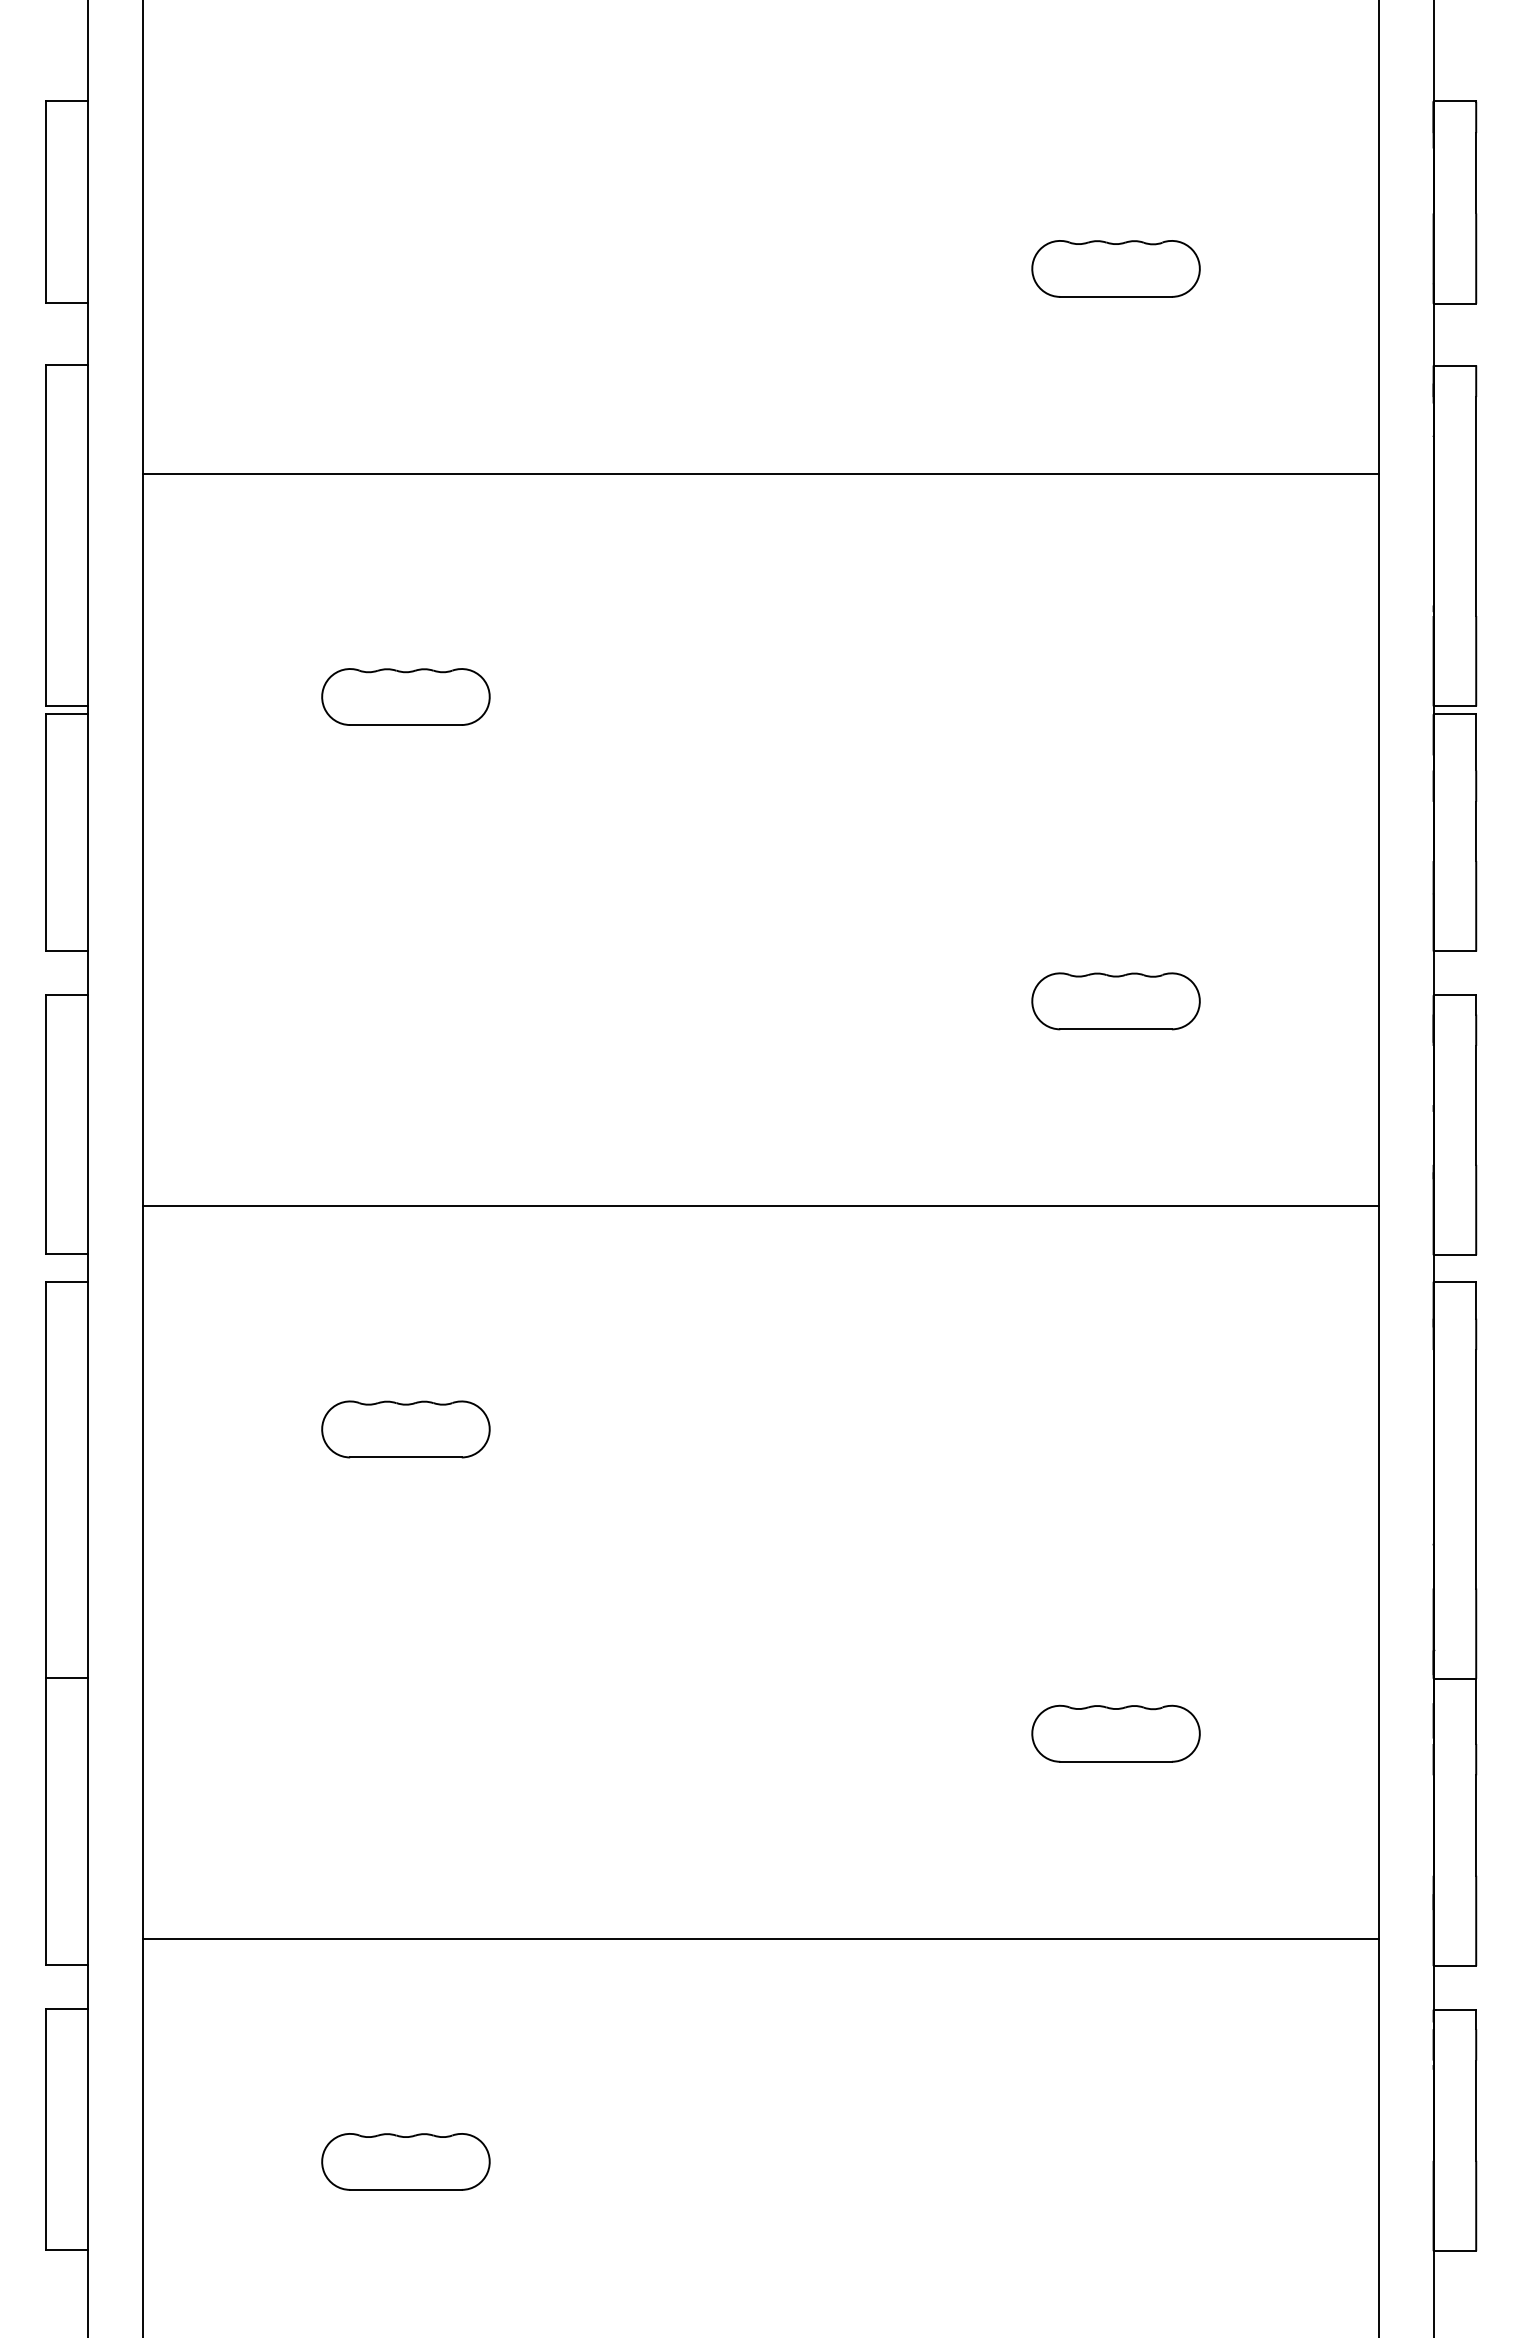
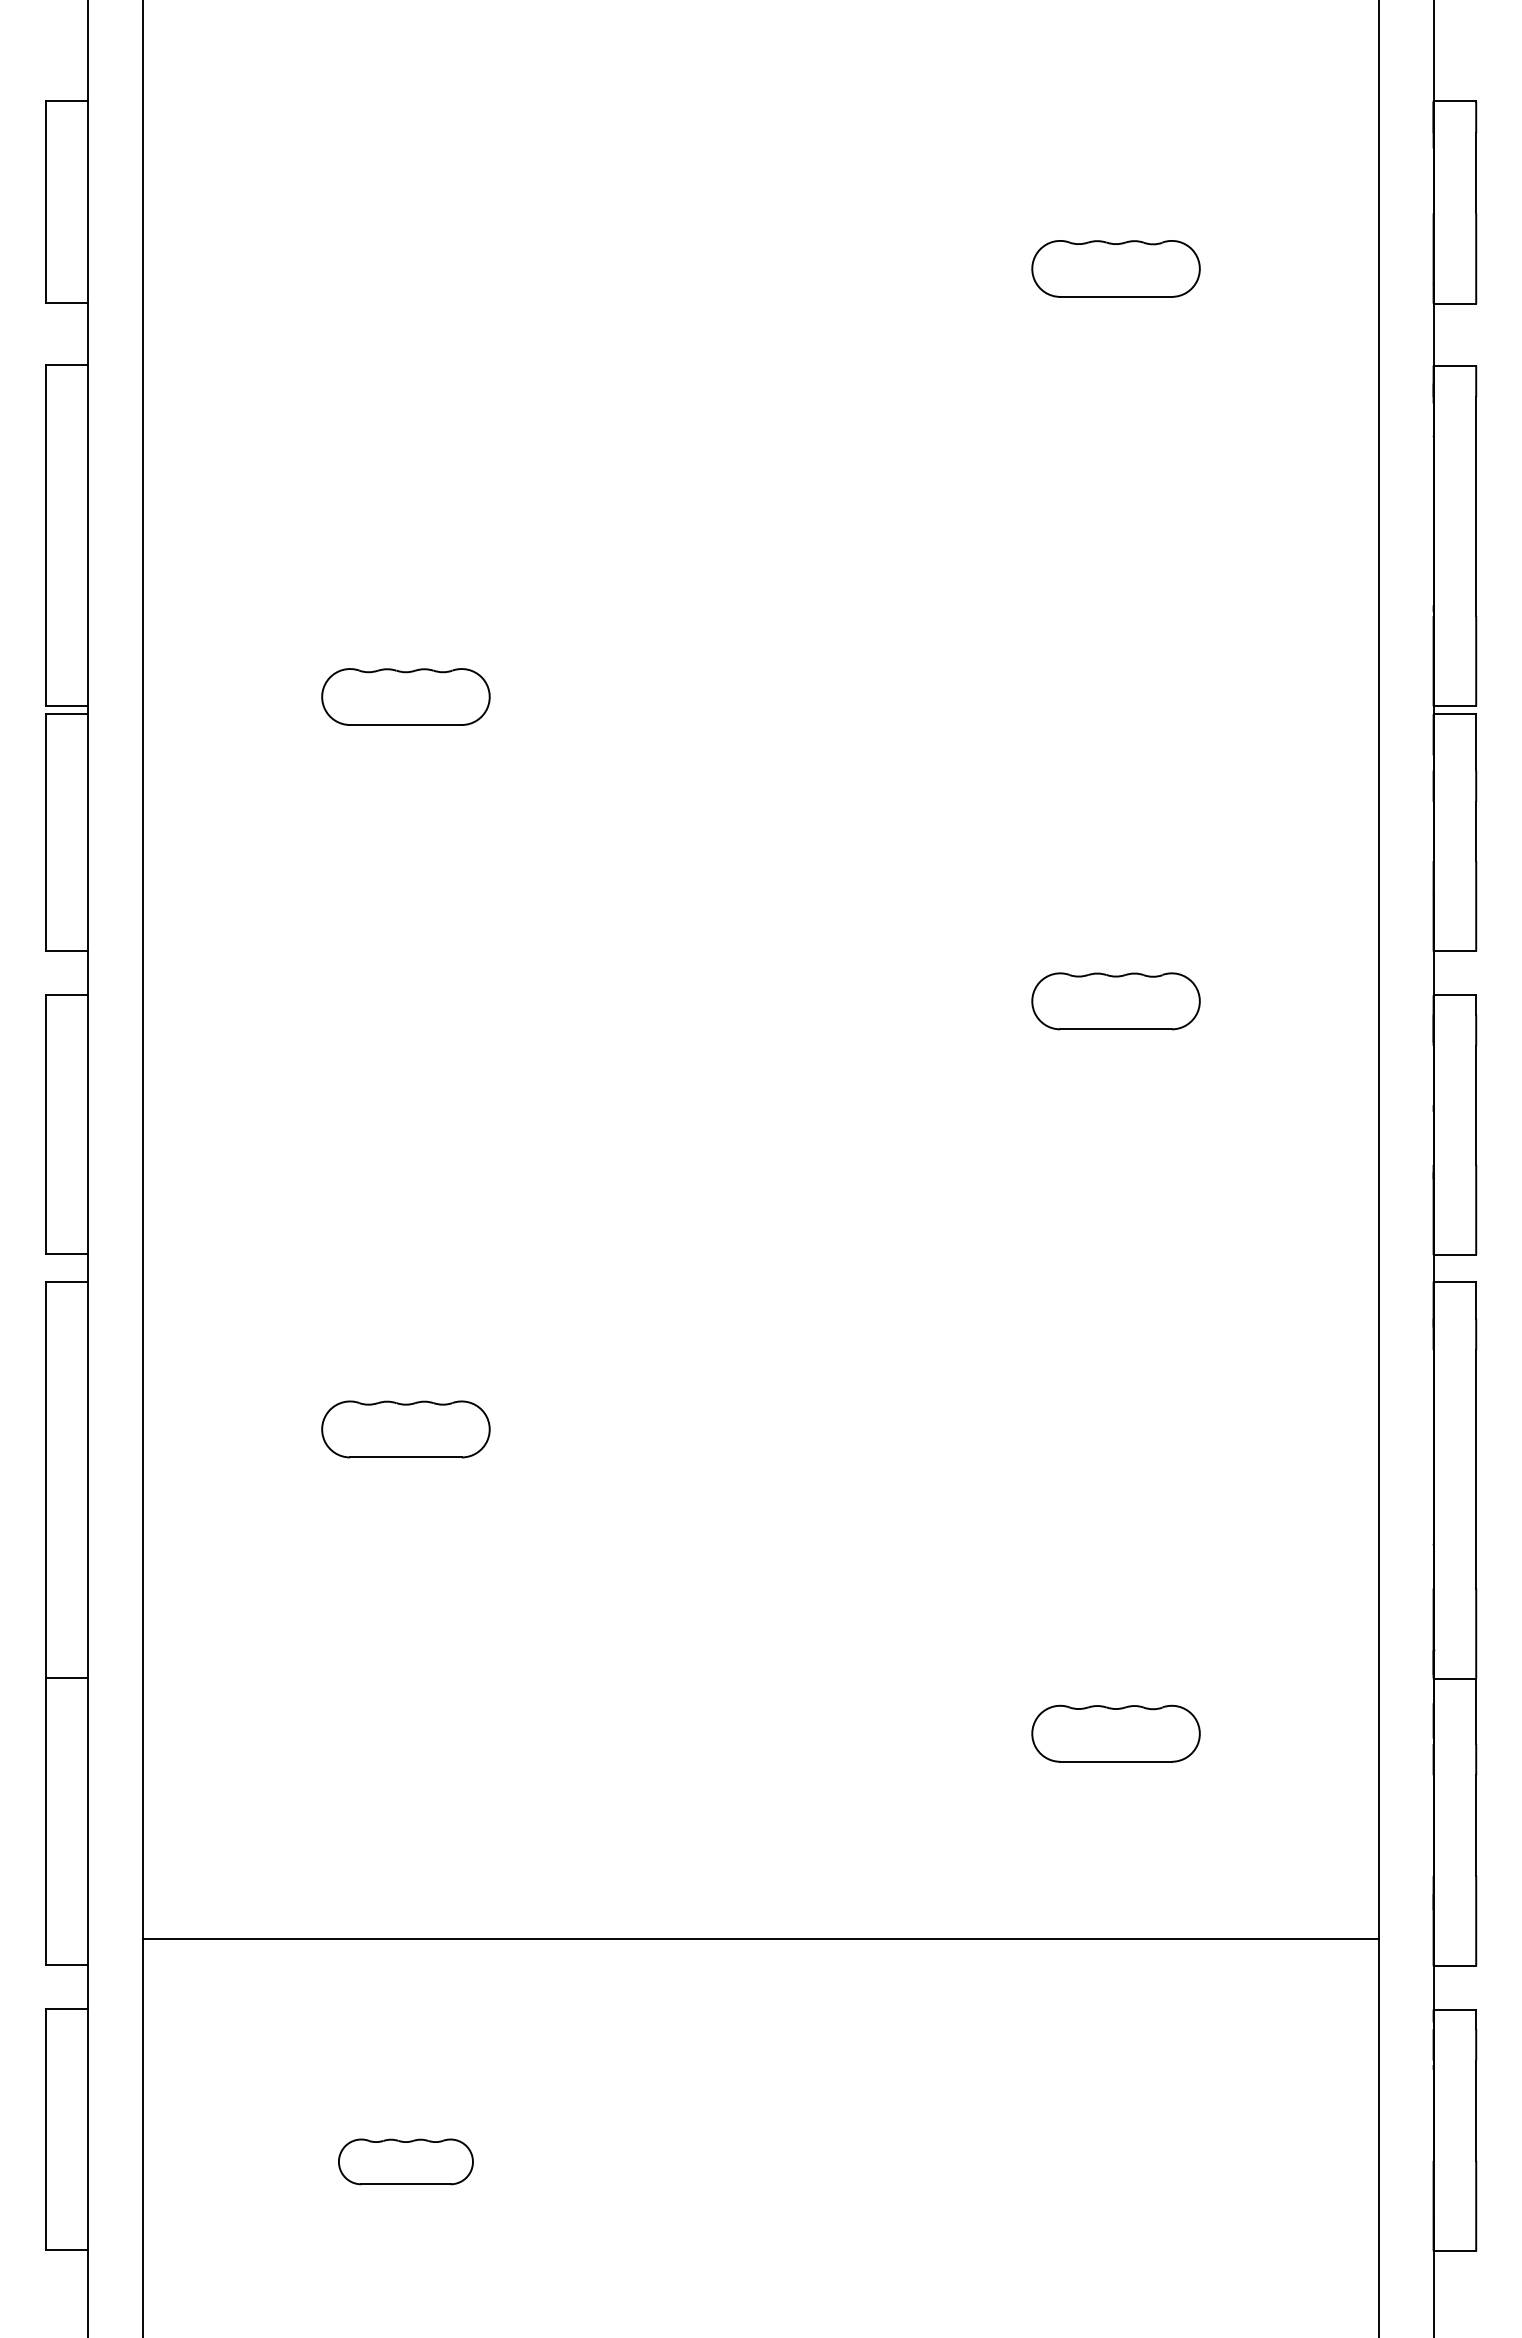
line at (760, 473): present -> none
line at (760, 1206): present -> none
part at (405, 2161) size: 170x58 px -> 136x48 px
